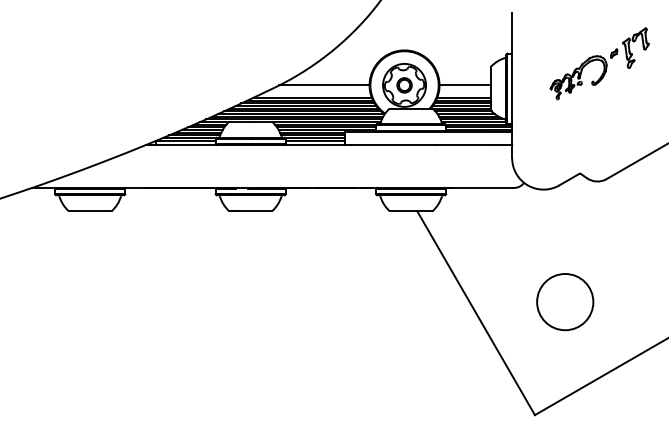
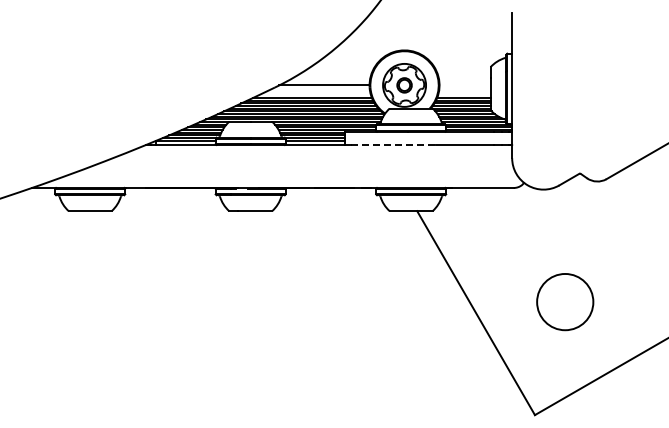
part at (599, 63): present -> none
line at (464, 85): present -> none
line at (393, 144): solid -> dashed
